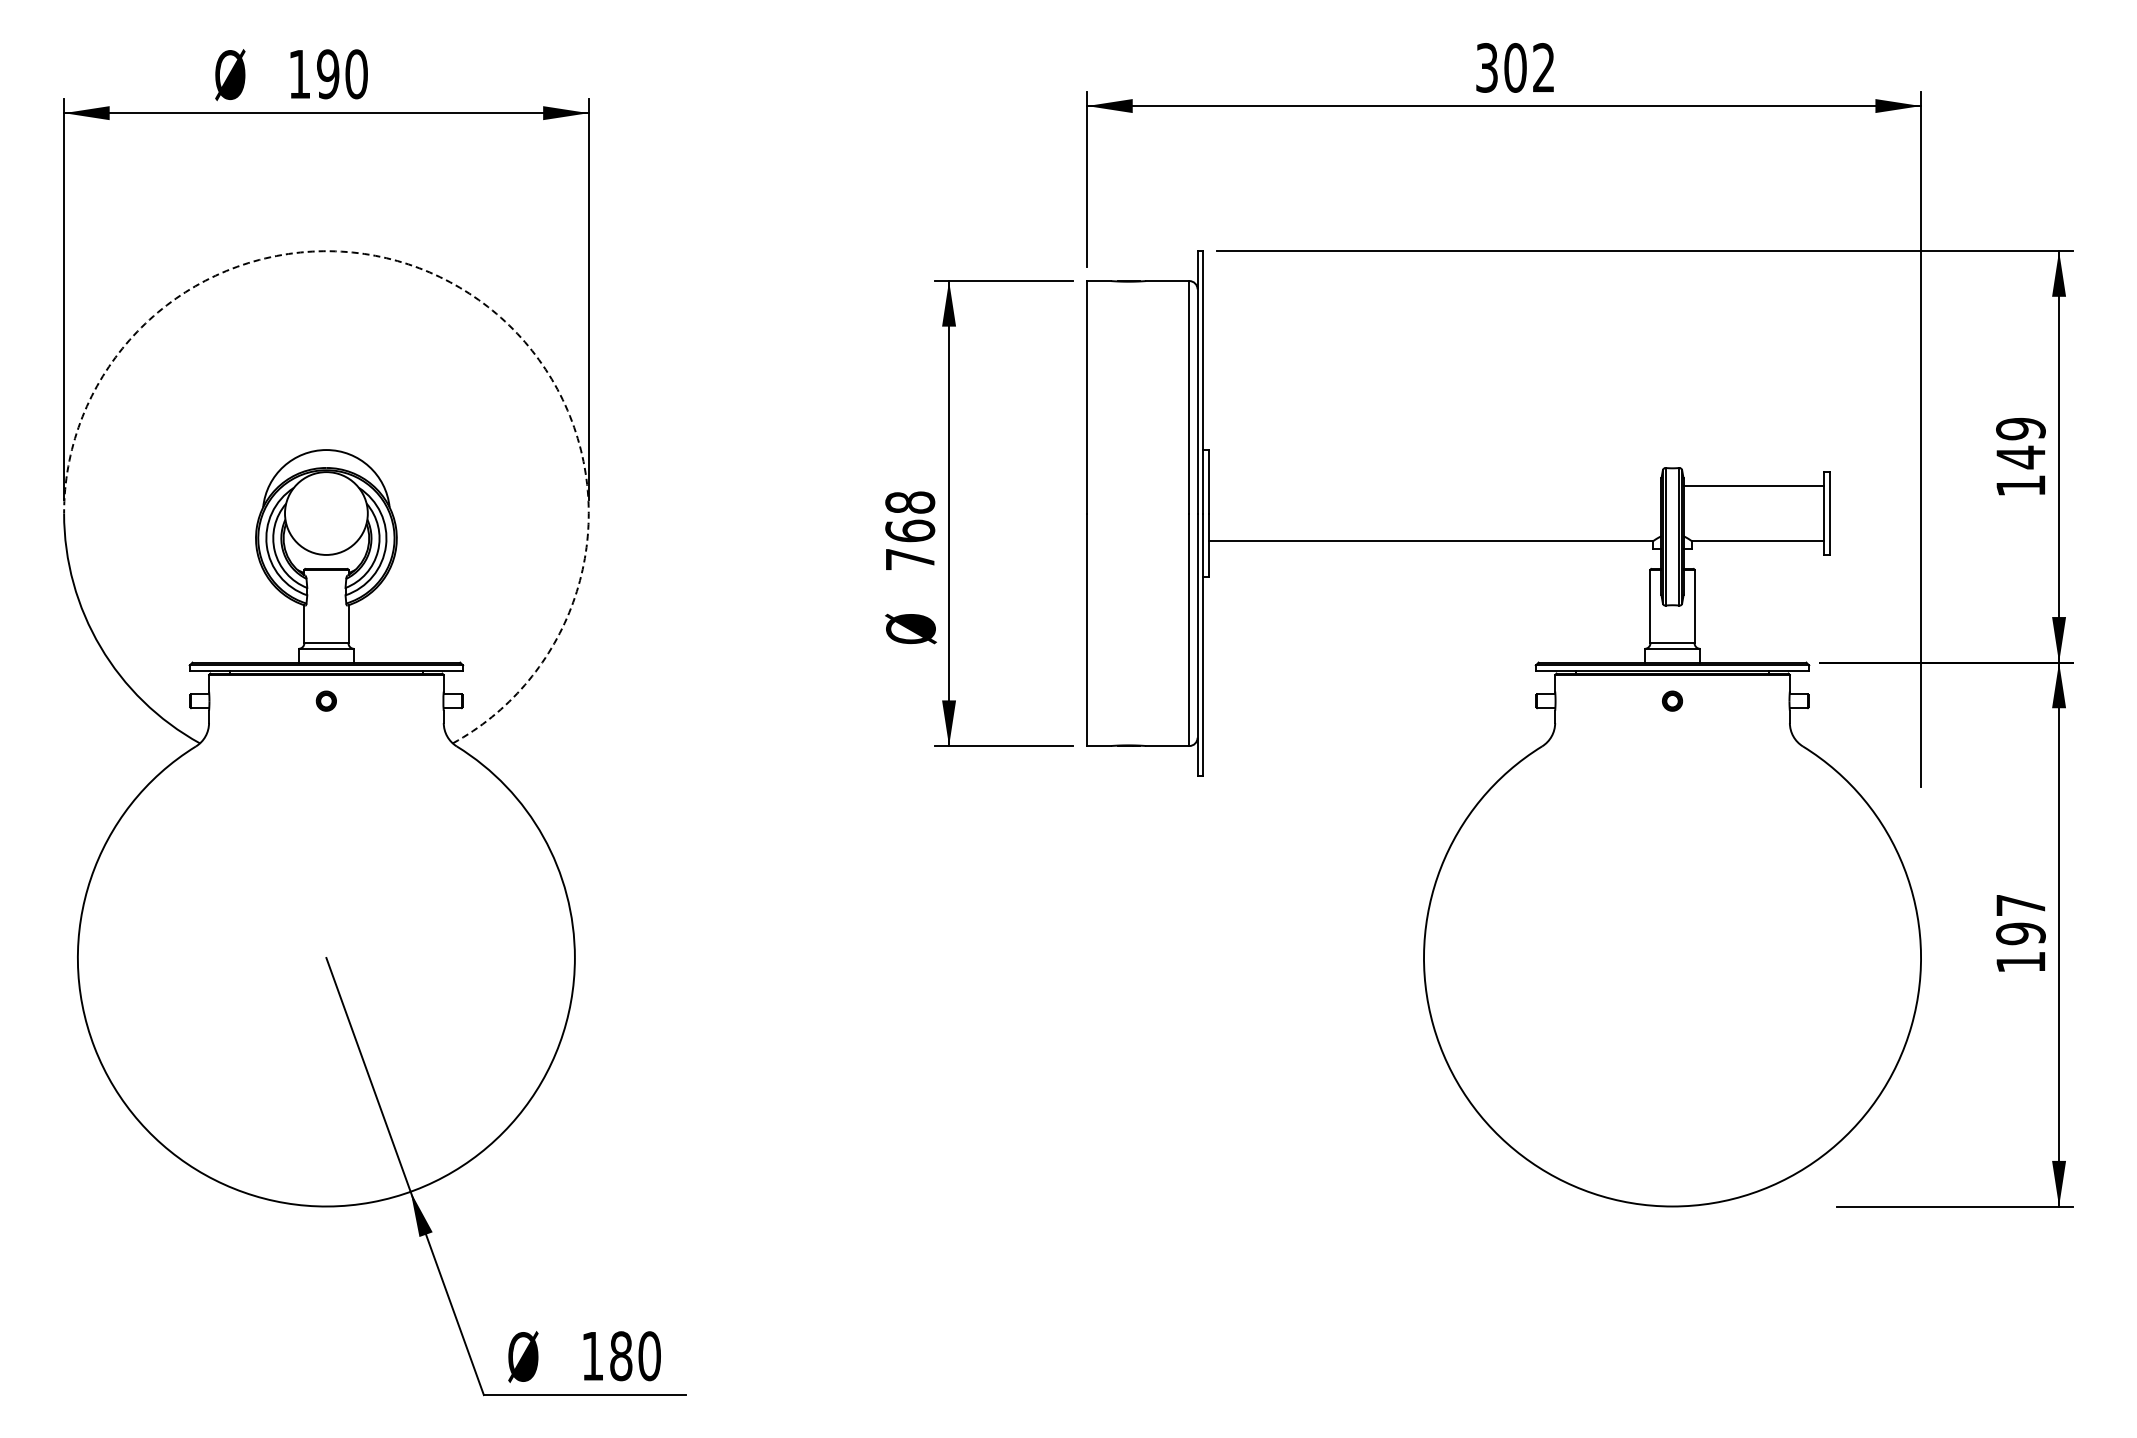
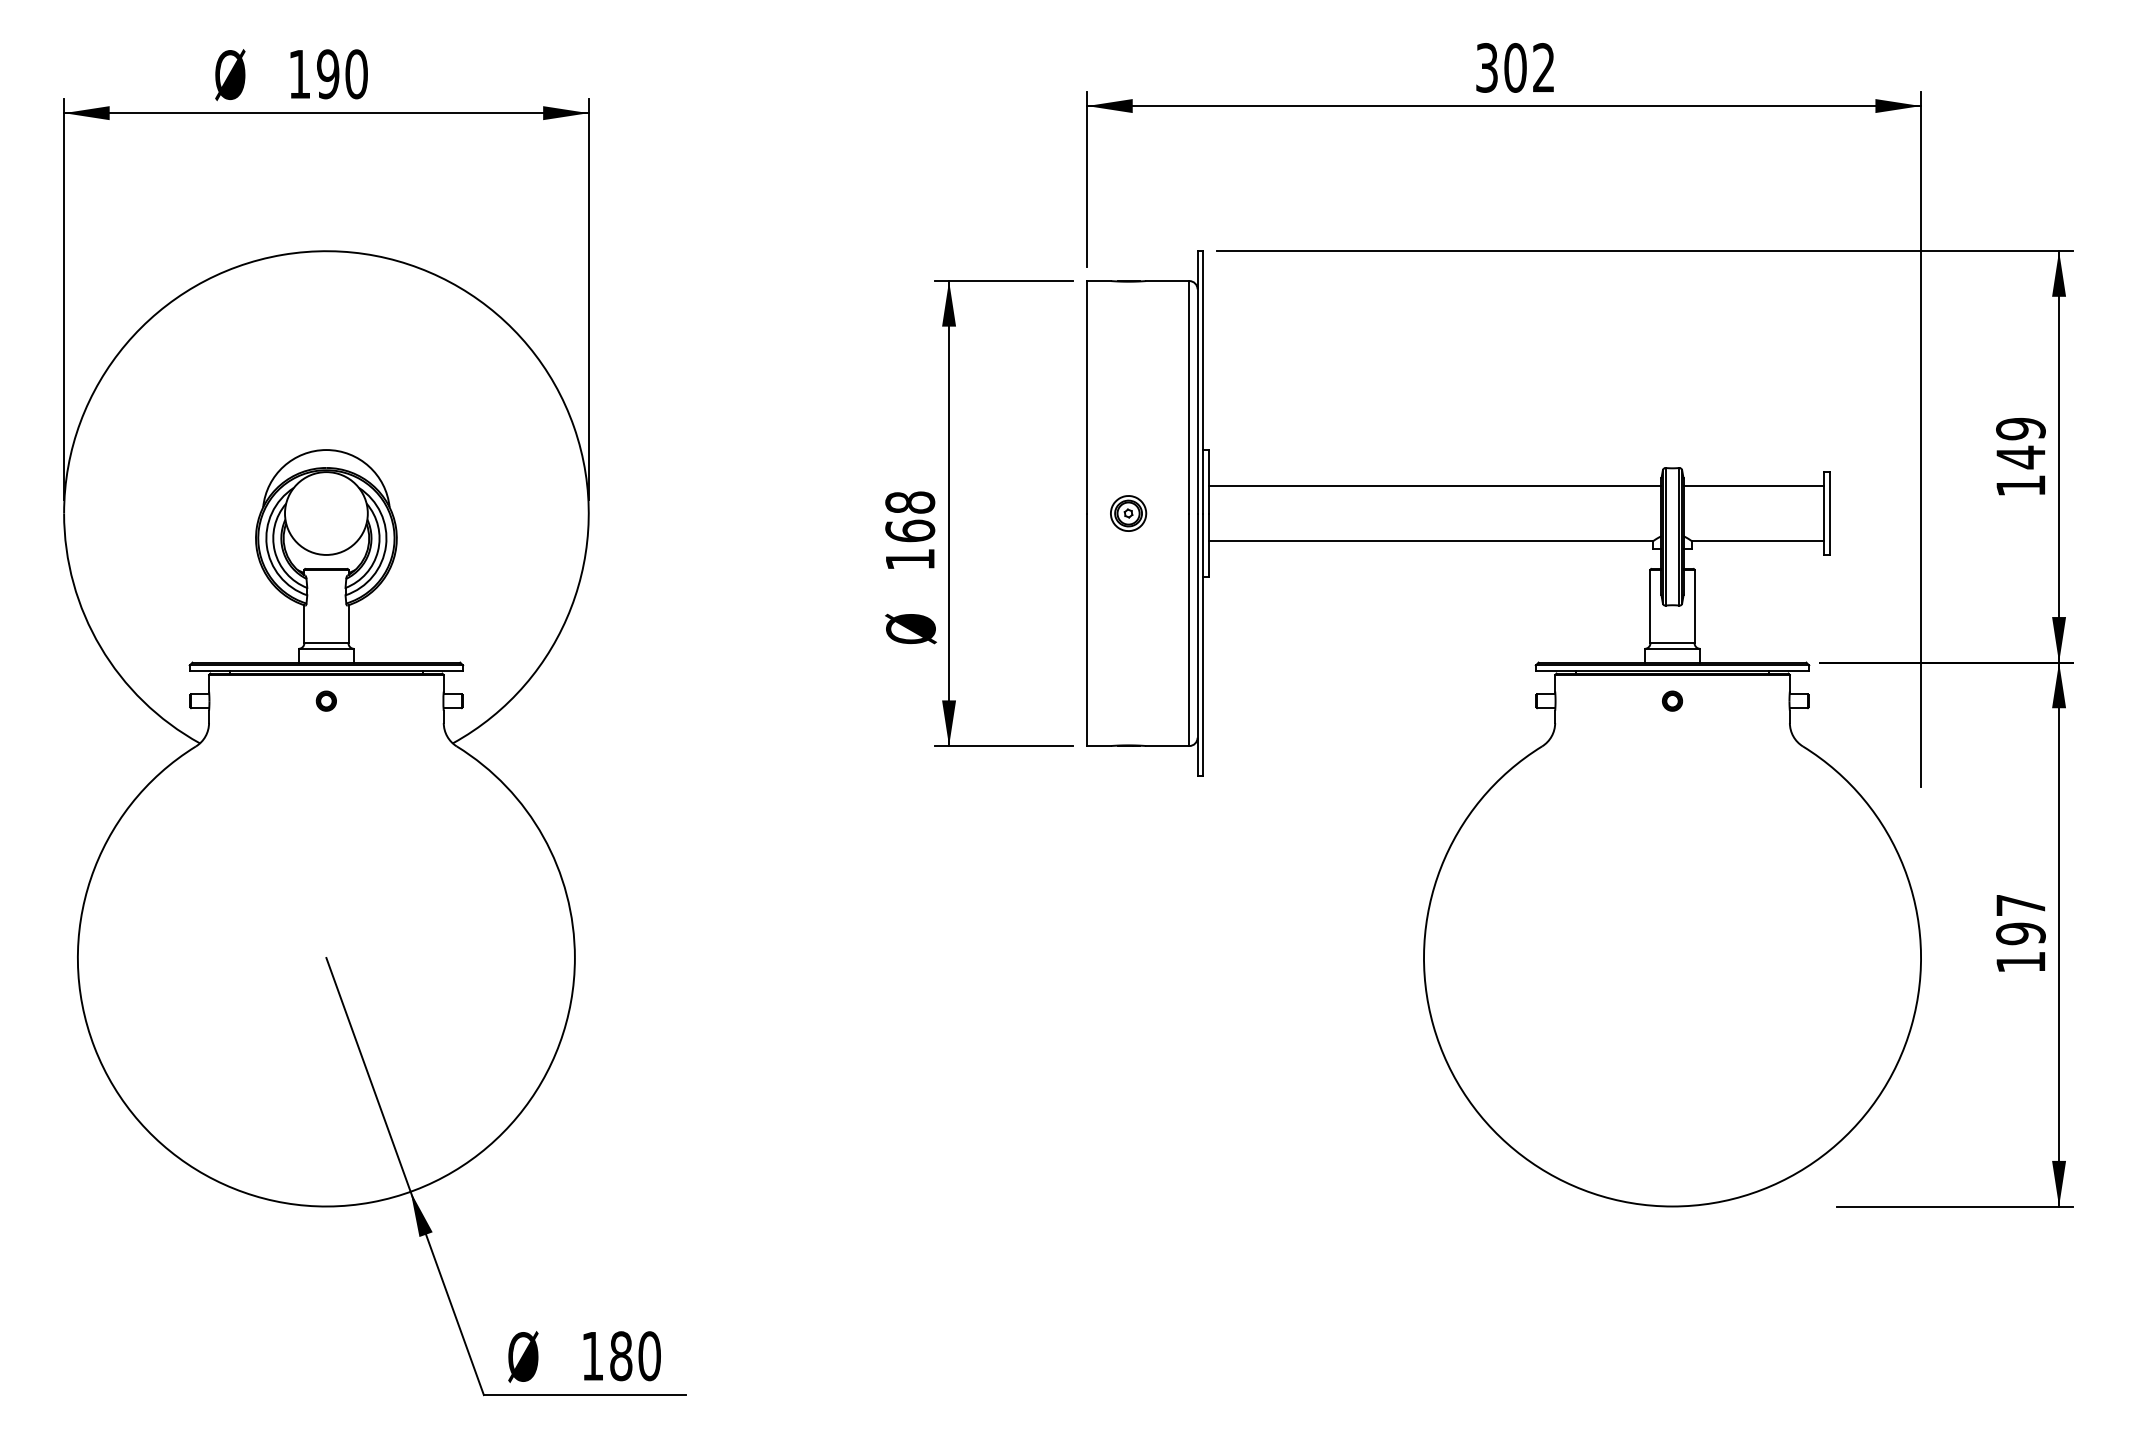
arc at (459, 287): dashed -> solid
line at (1434, 485): none -> present
part at (1128, 513): none -> present
text at (910, 559): 768 -> 168
